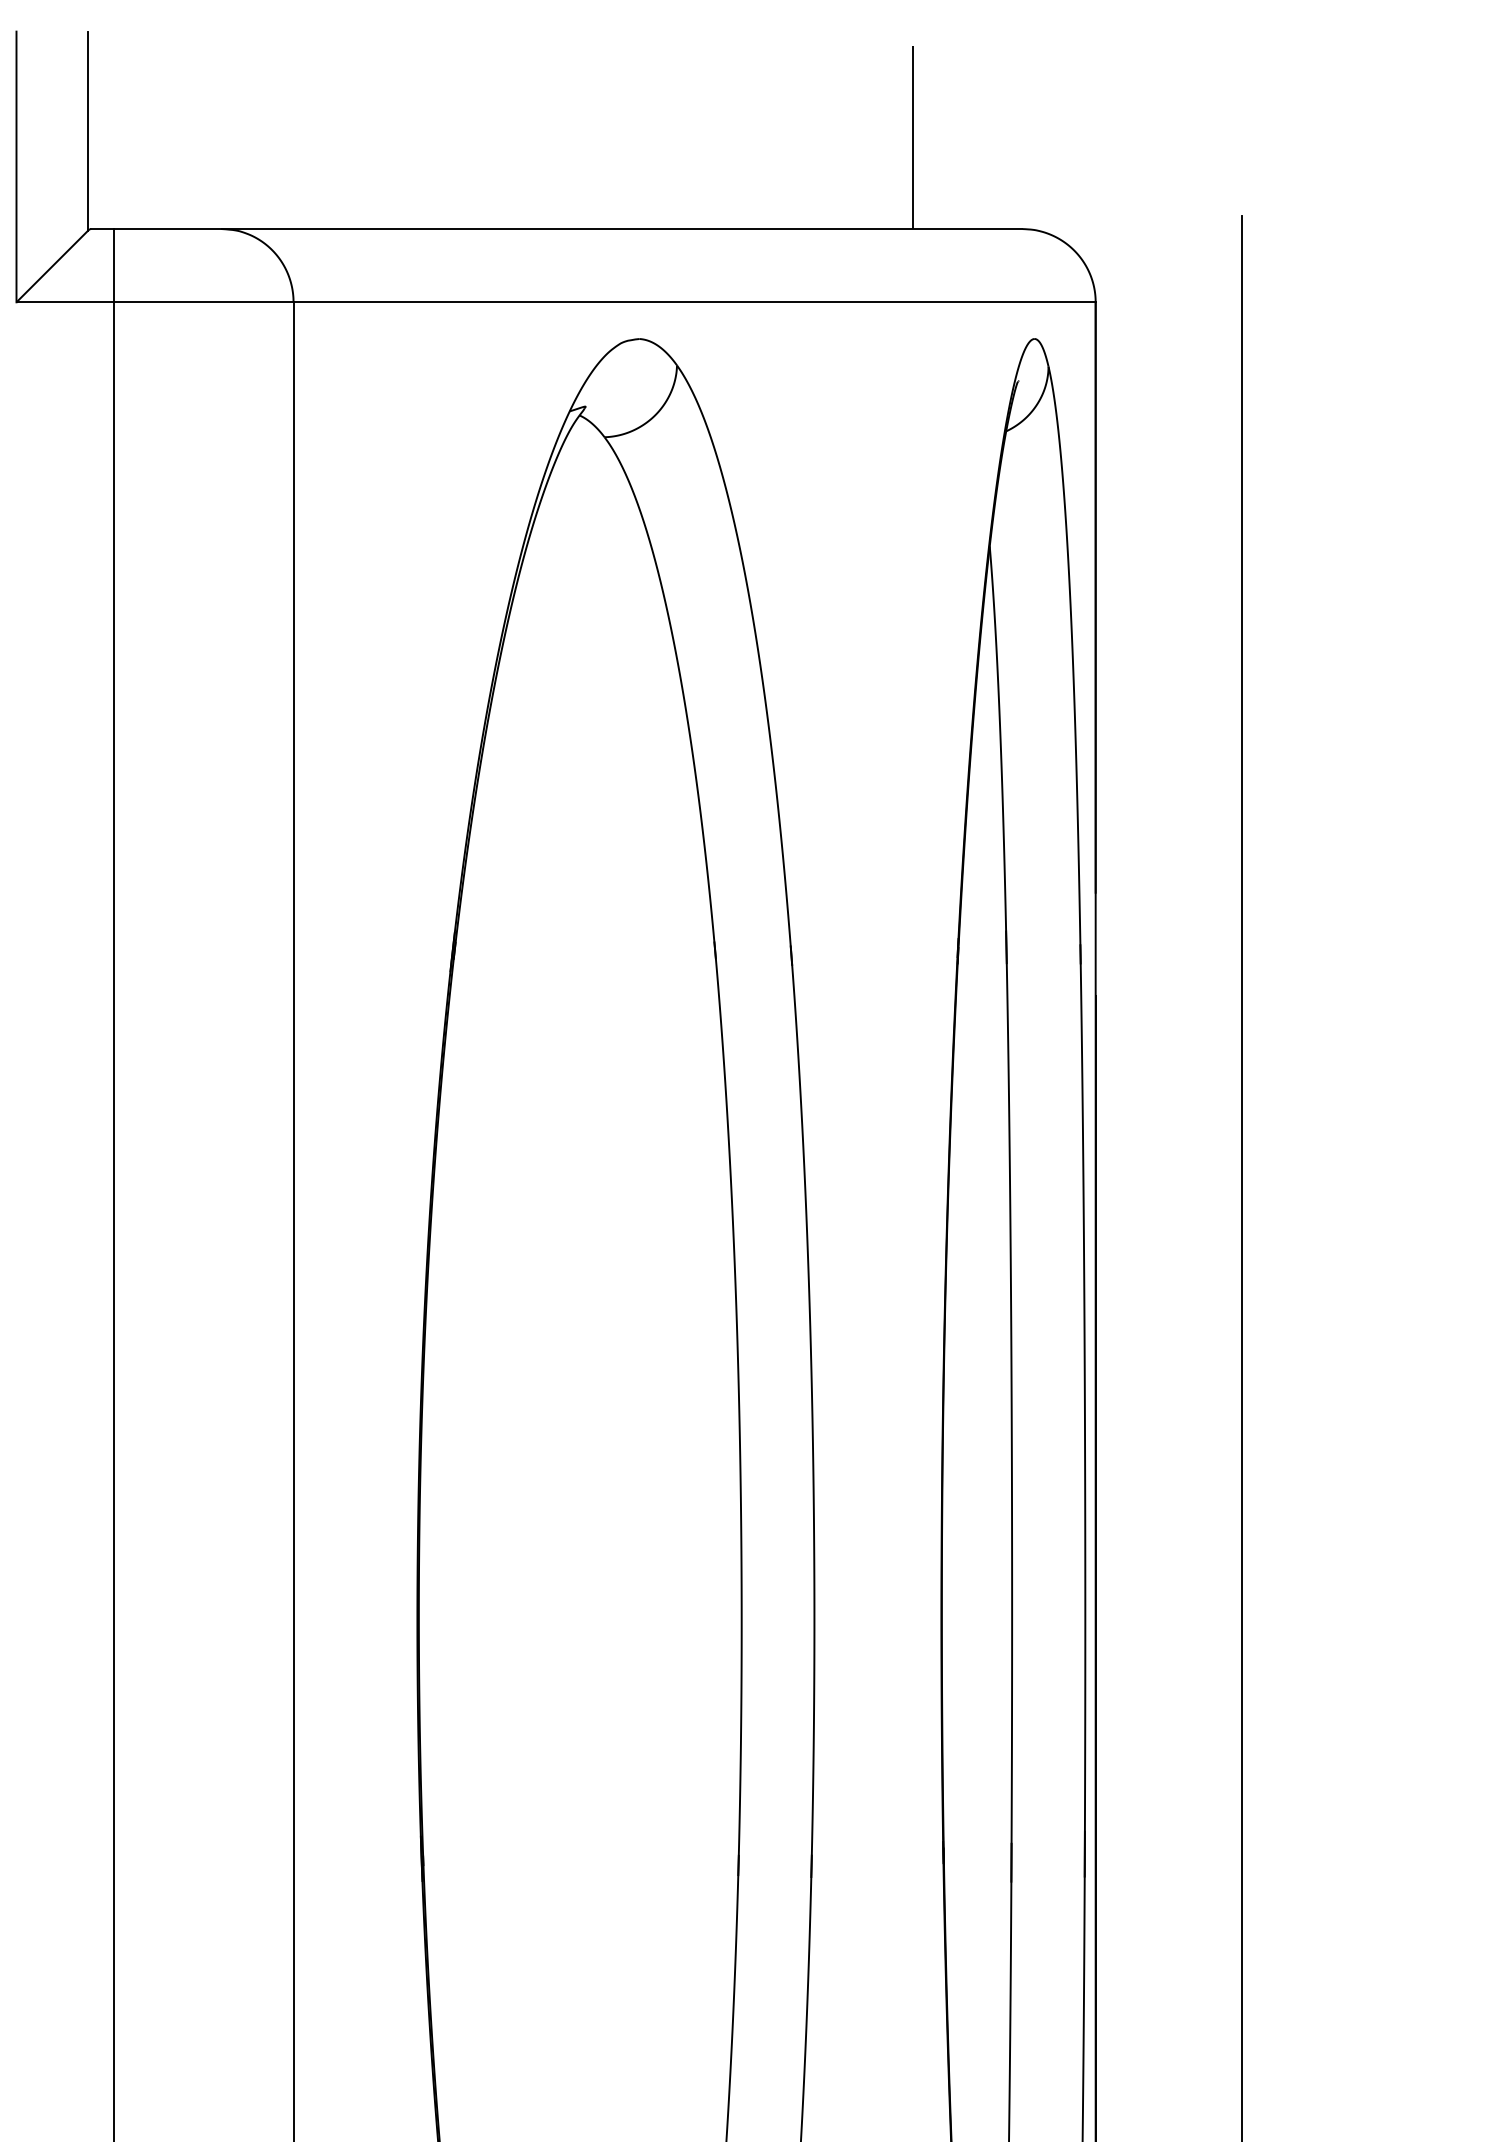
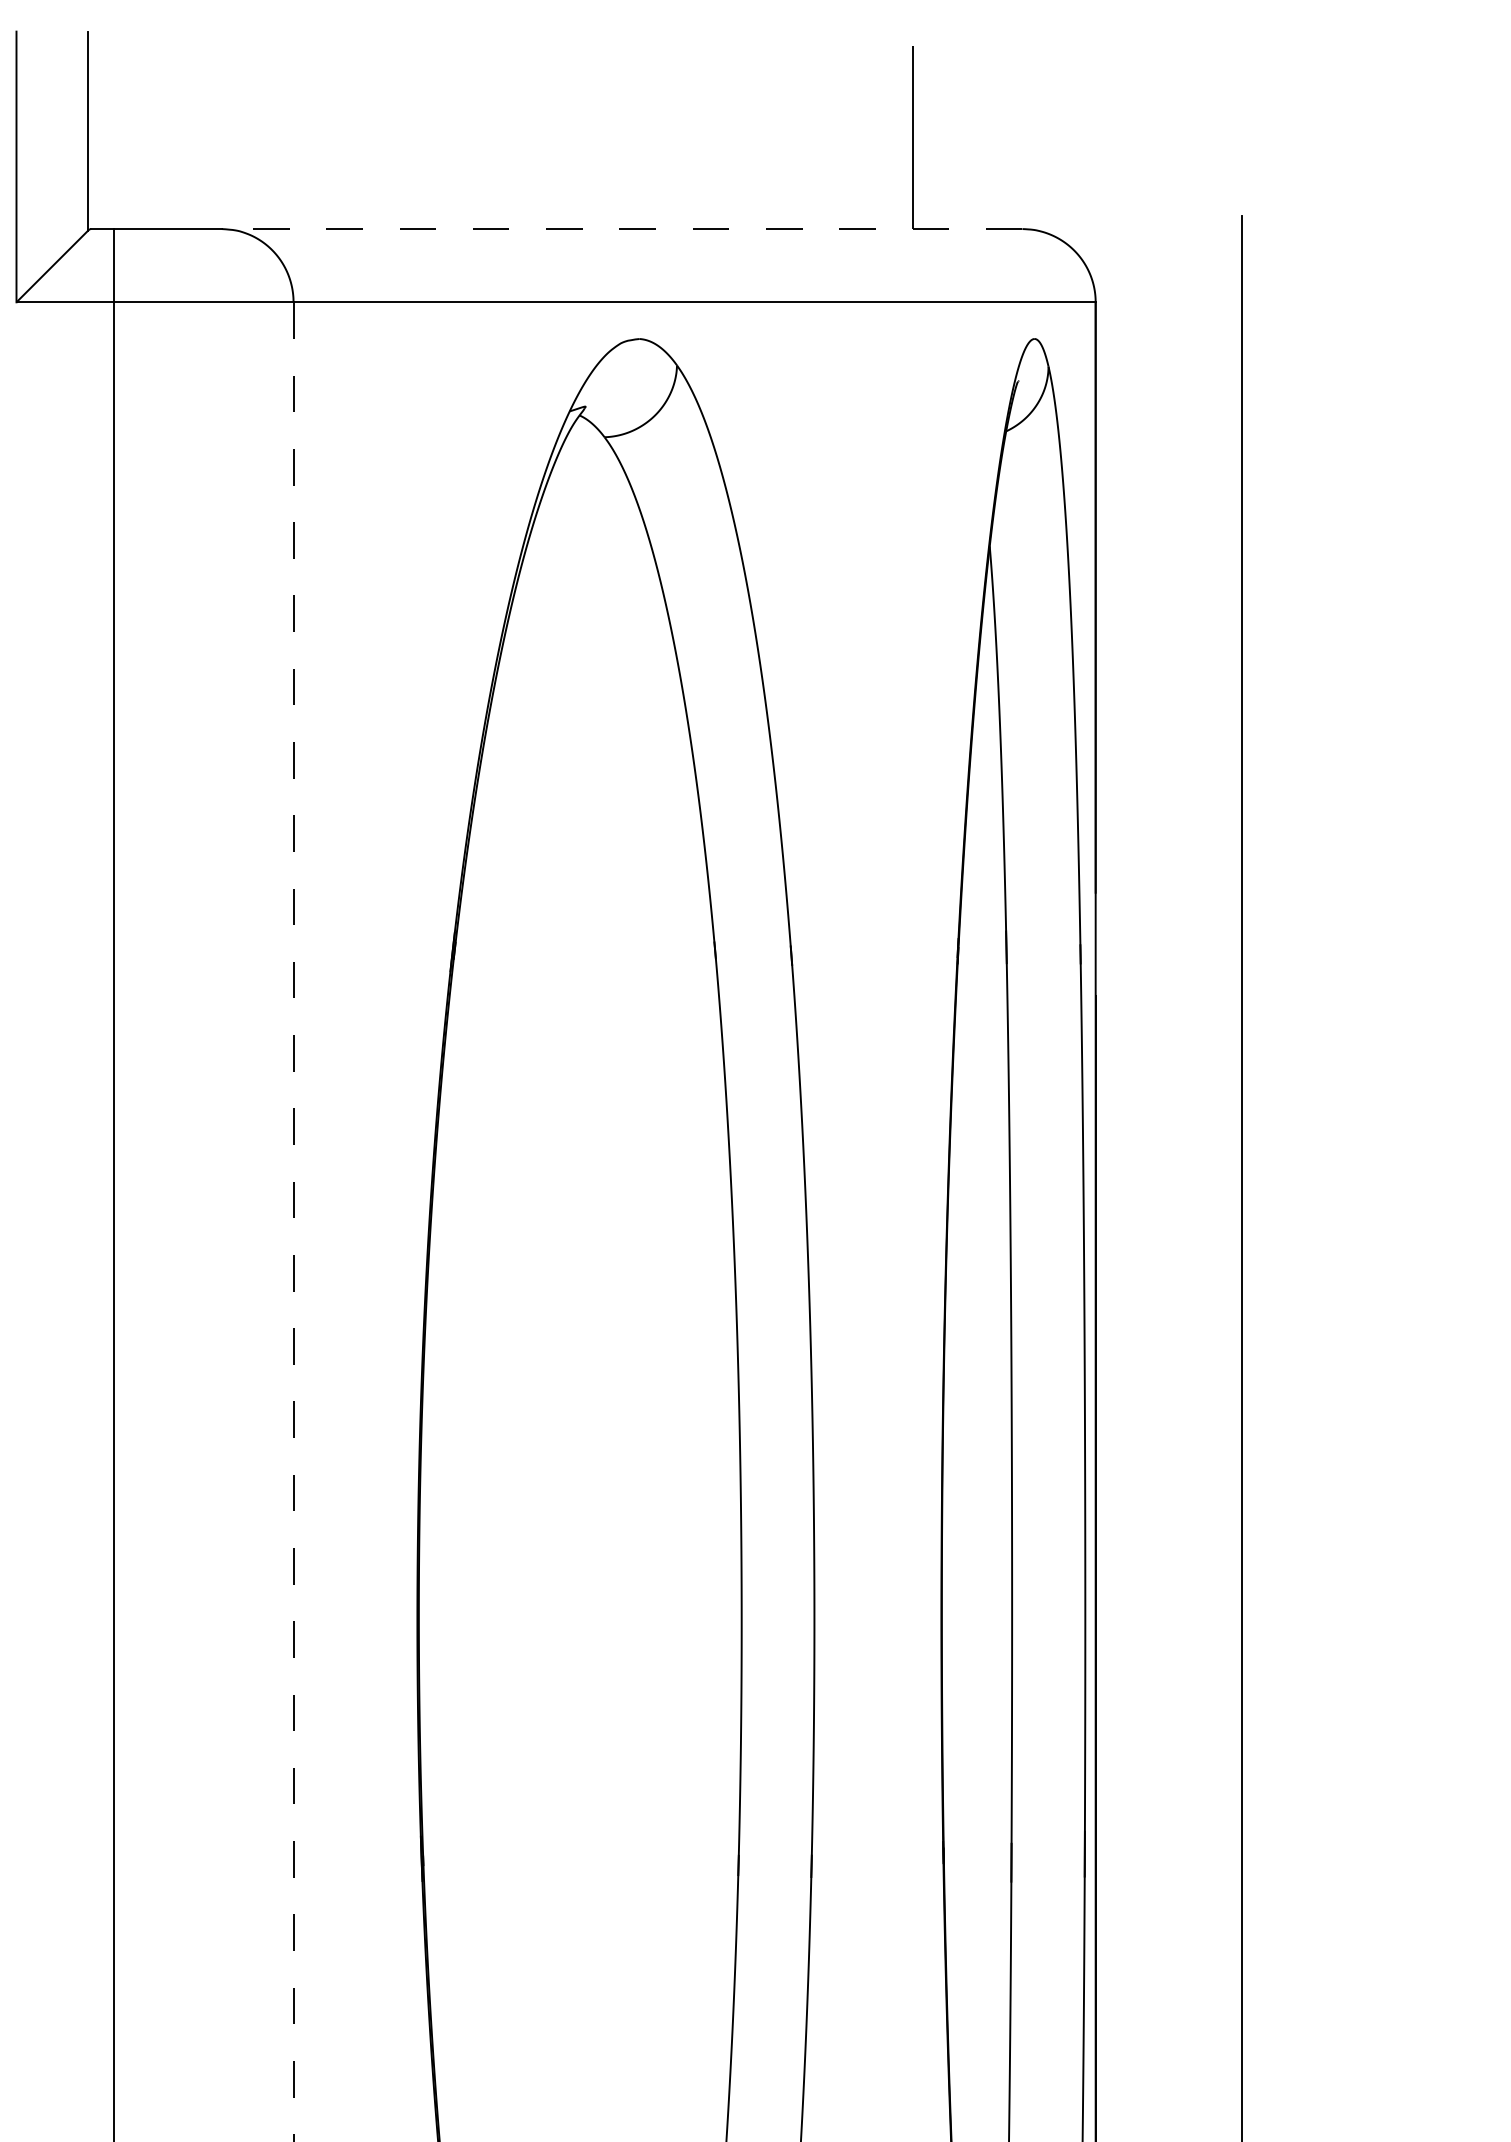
line at (621, 229): solid -> dashed
line at (293, 1222): solid -> dashed
